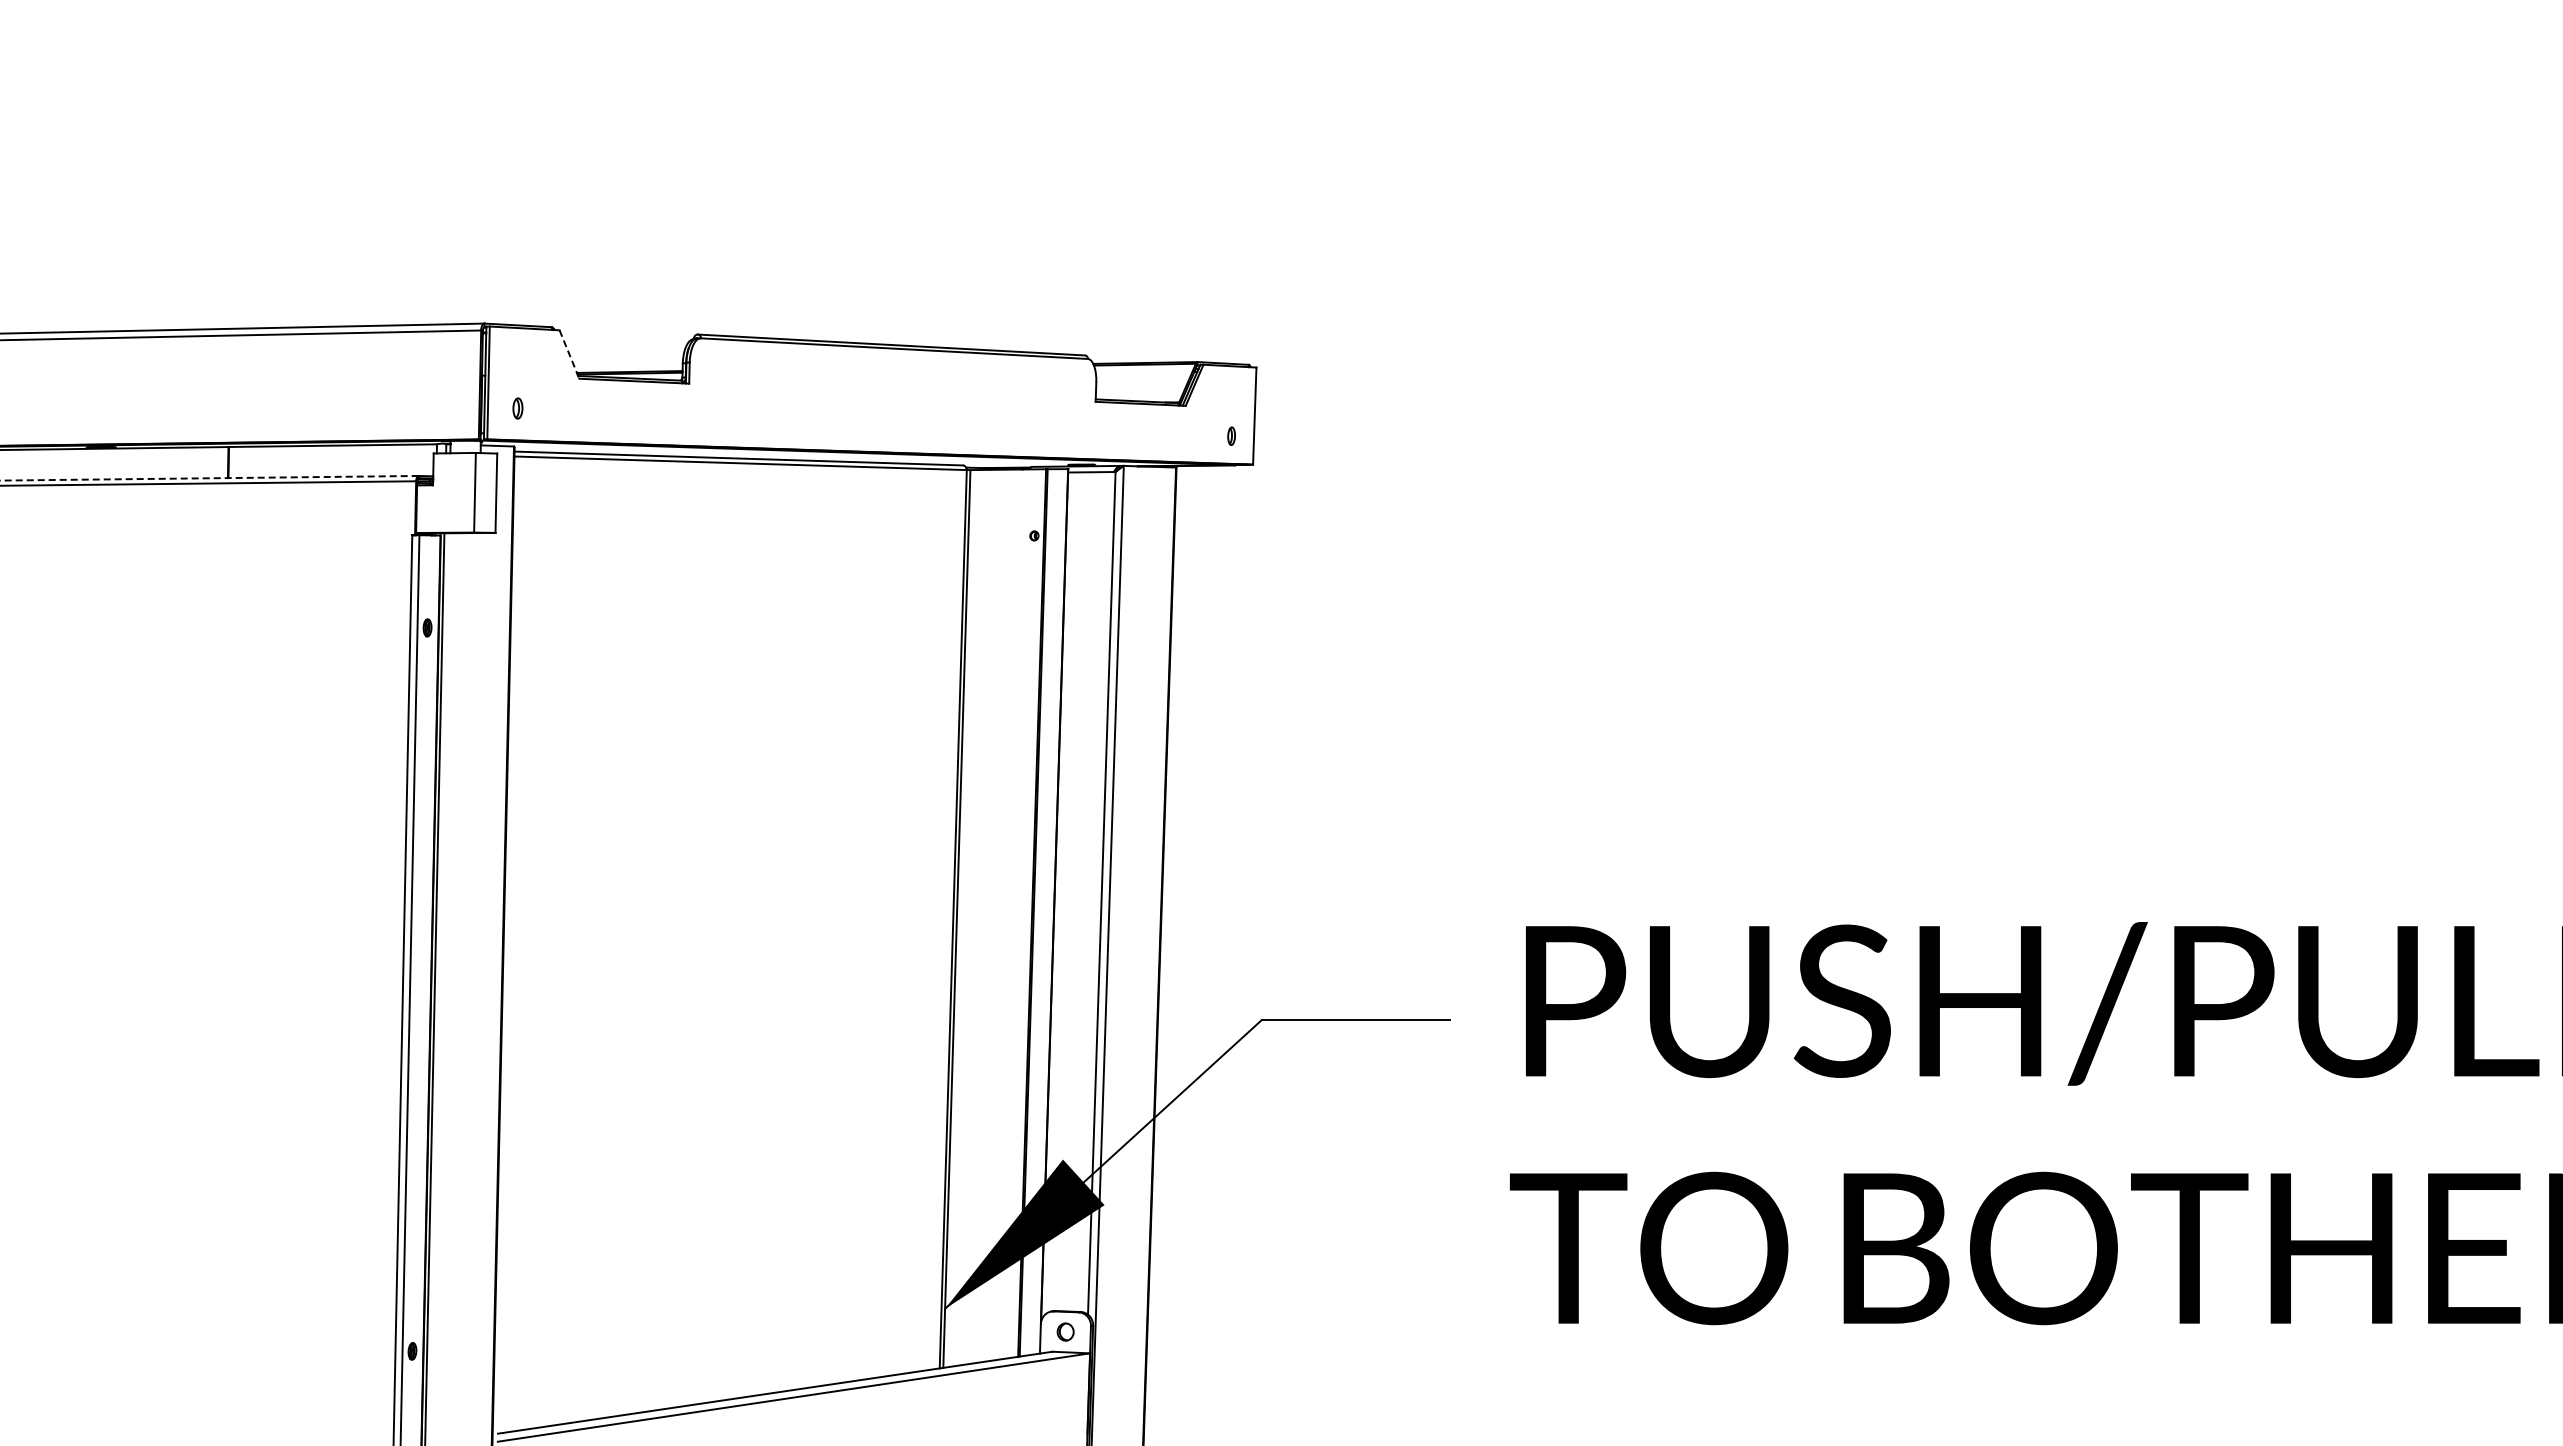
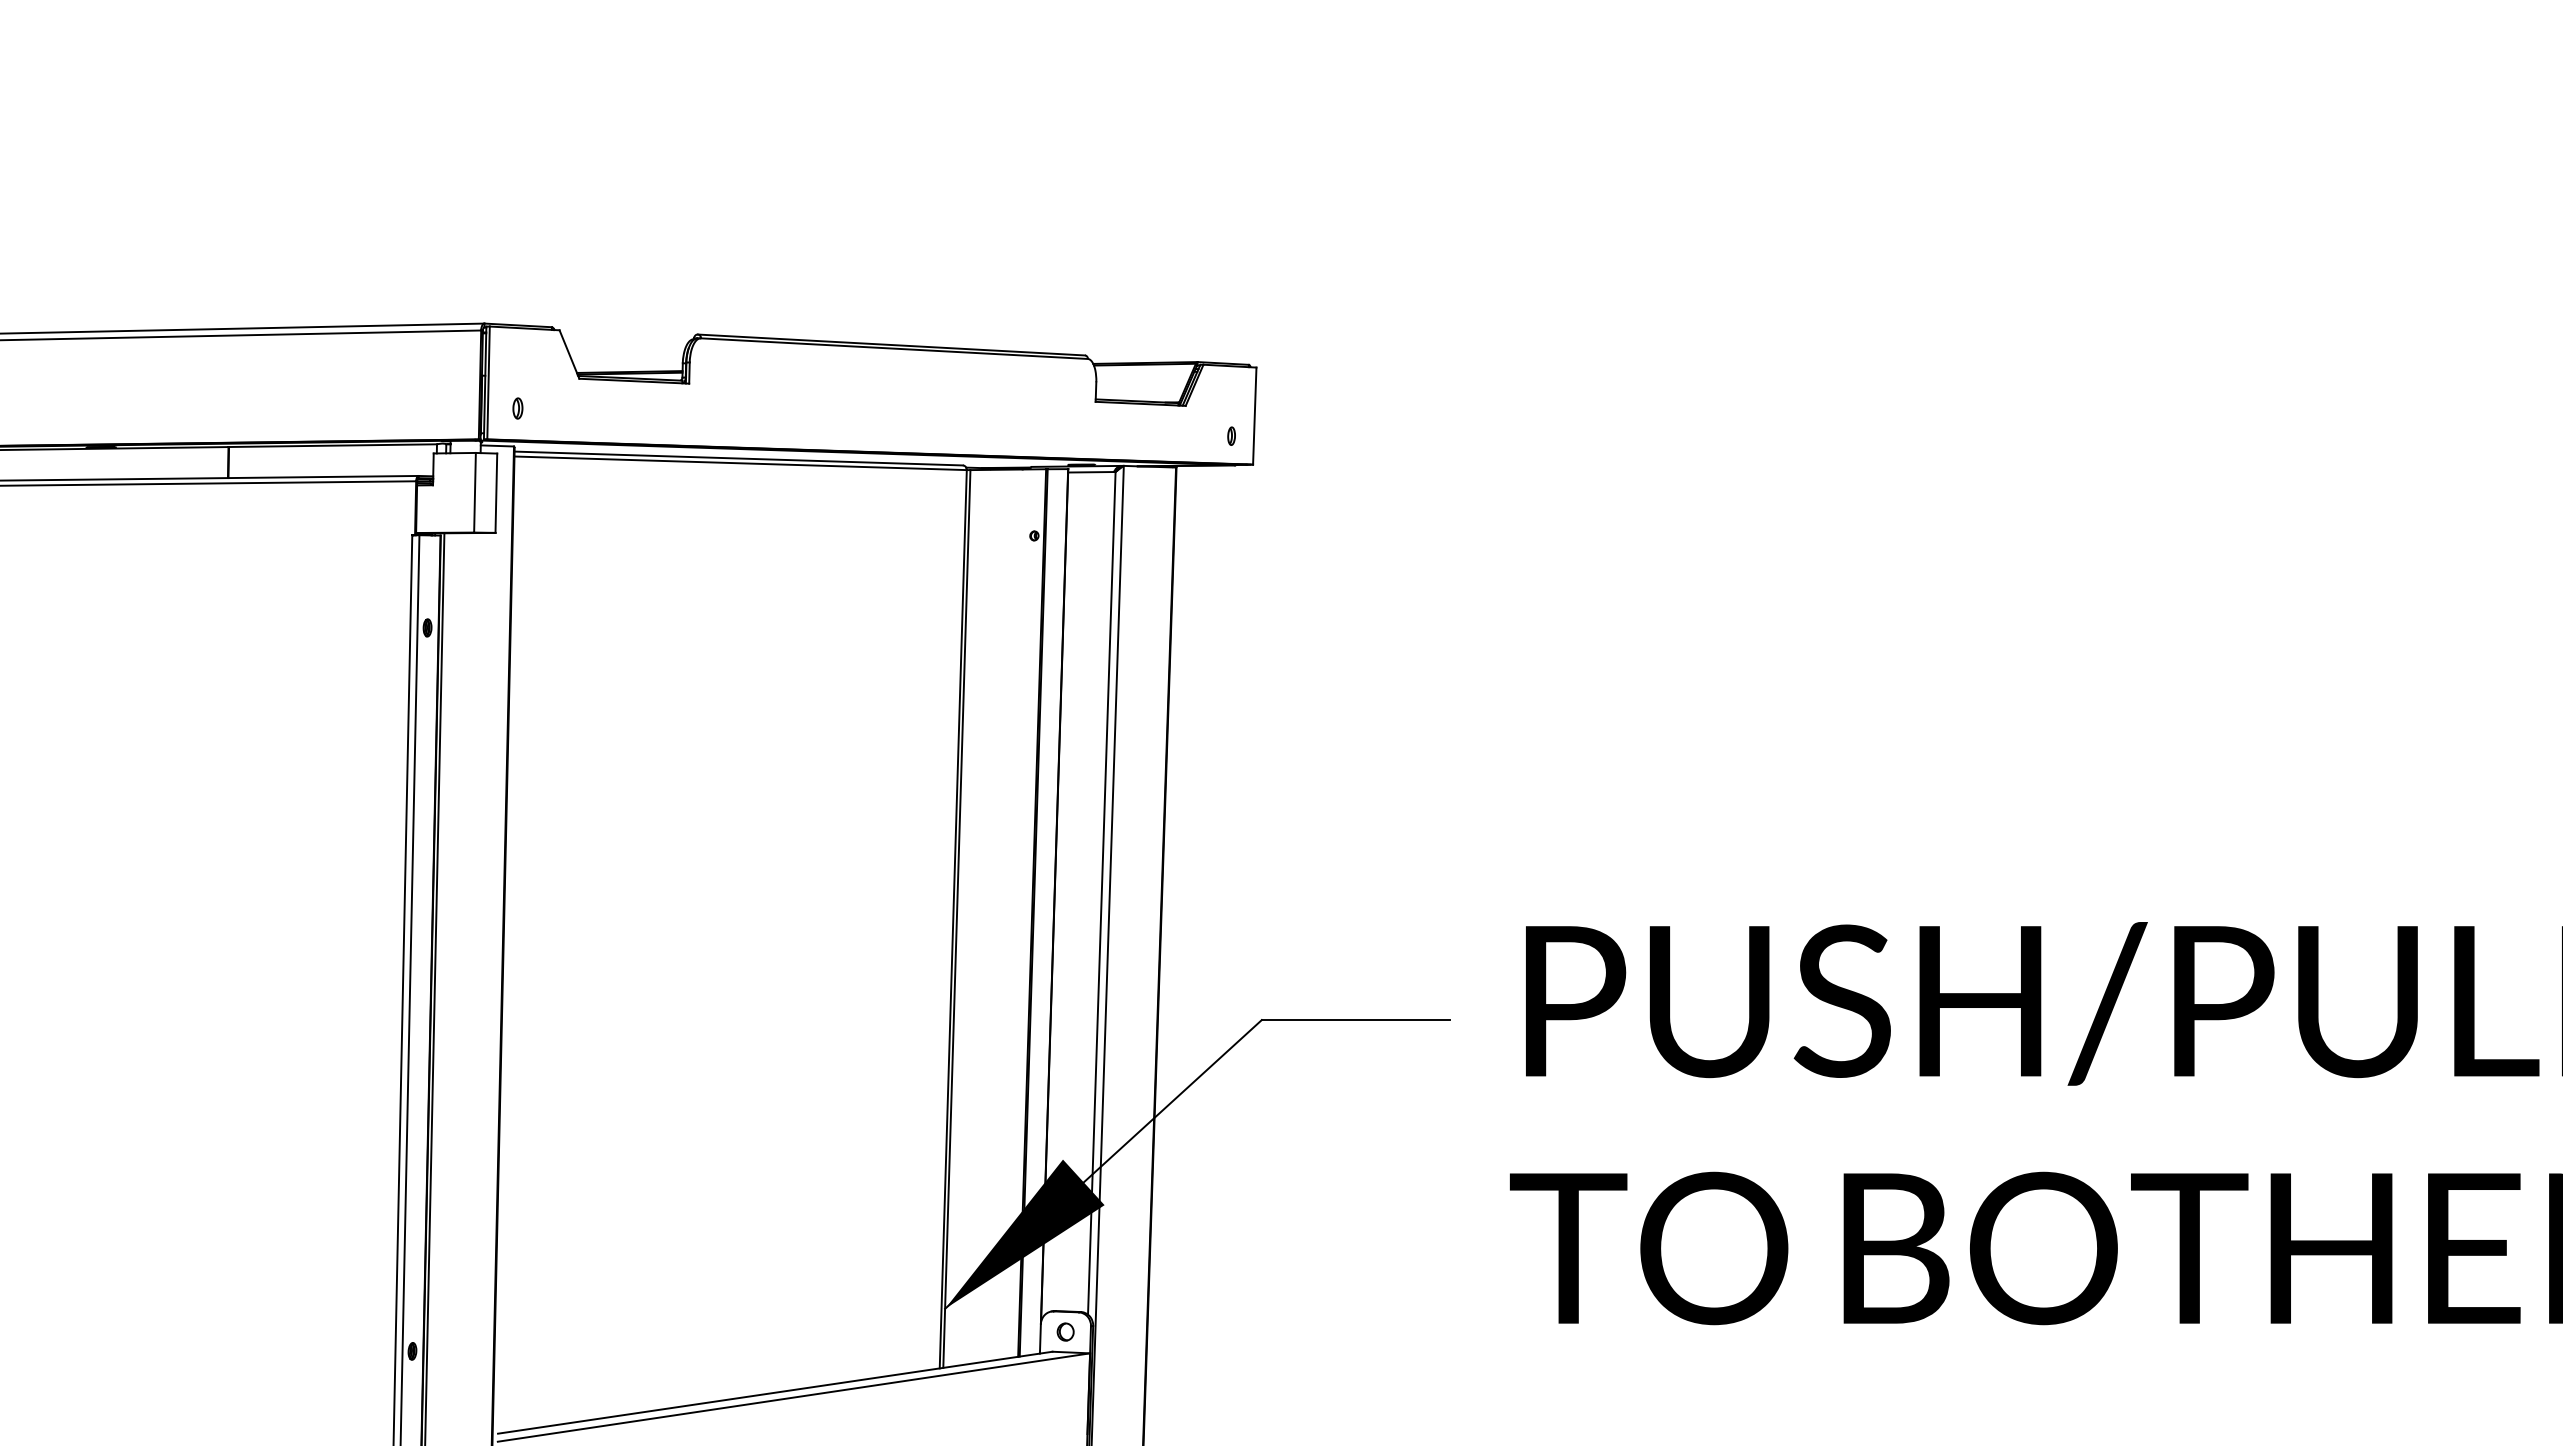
line at (569, 355): dashed -> solid
line at (209, 478): dashed -> solid
